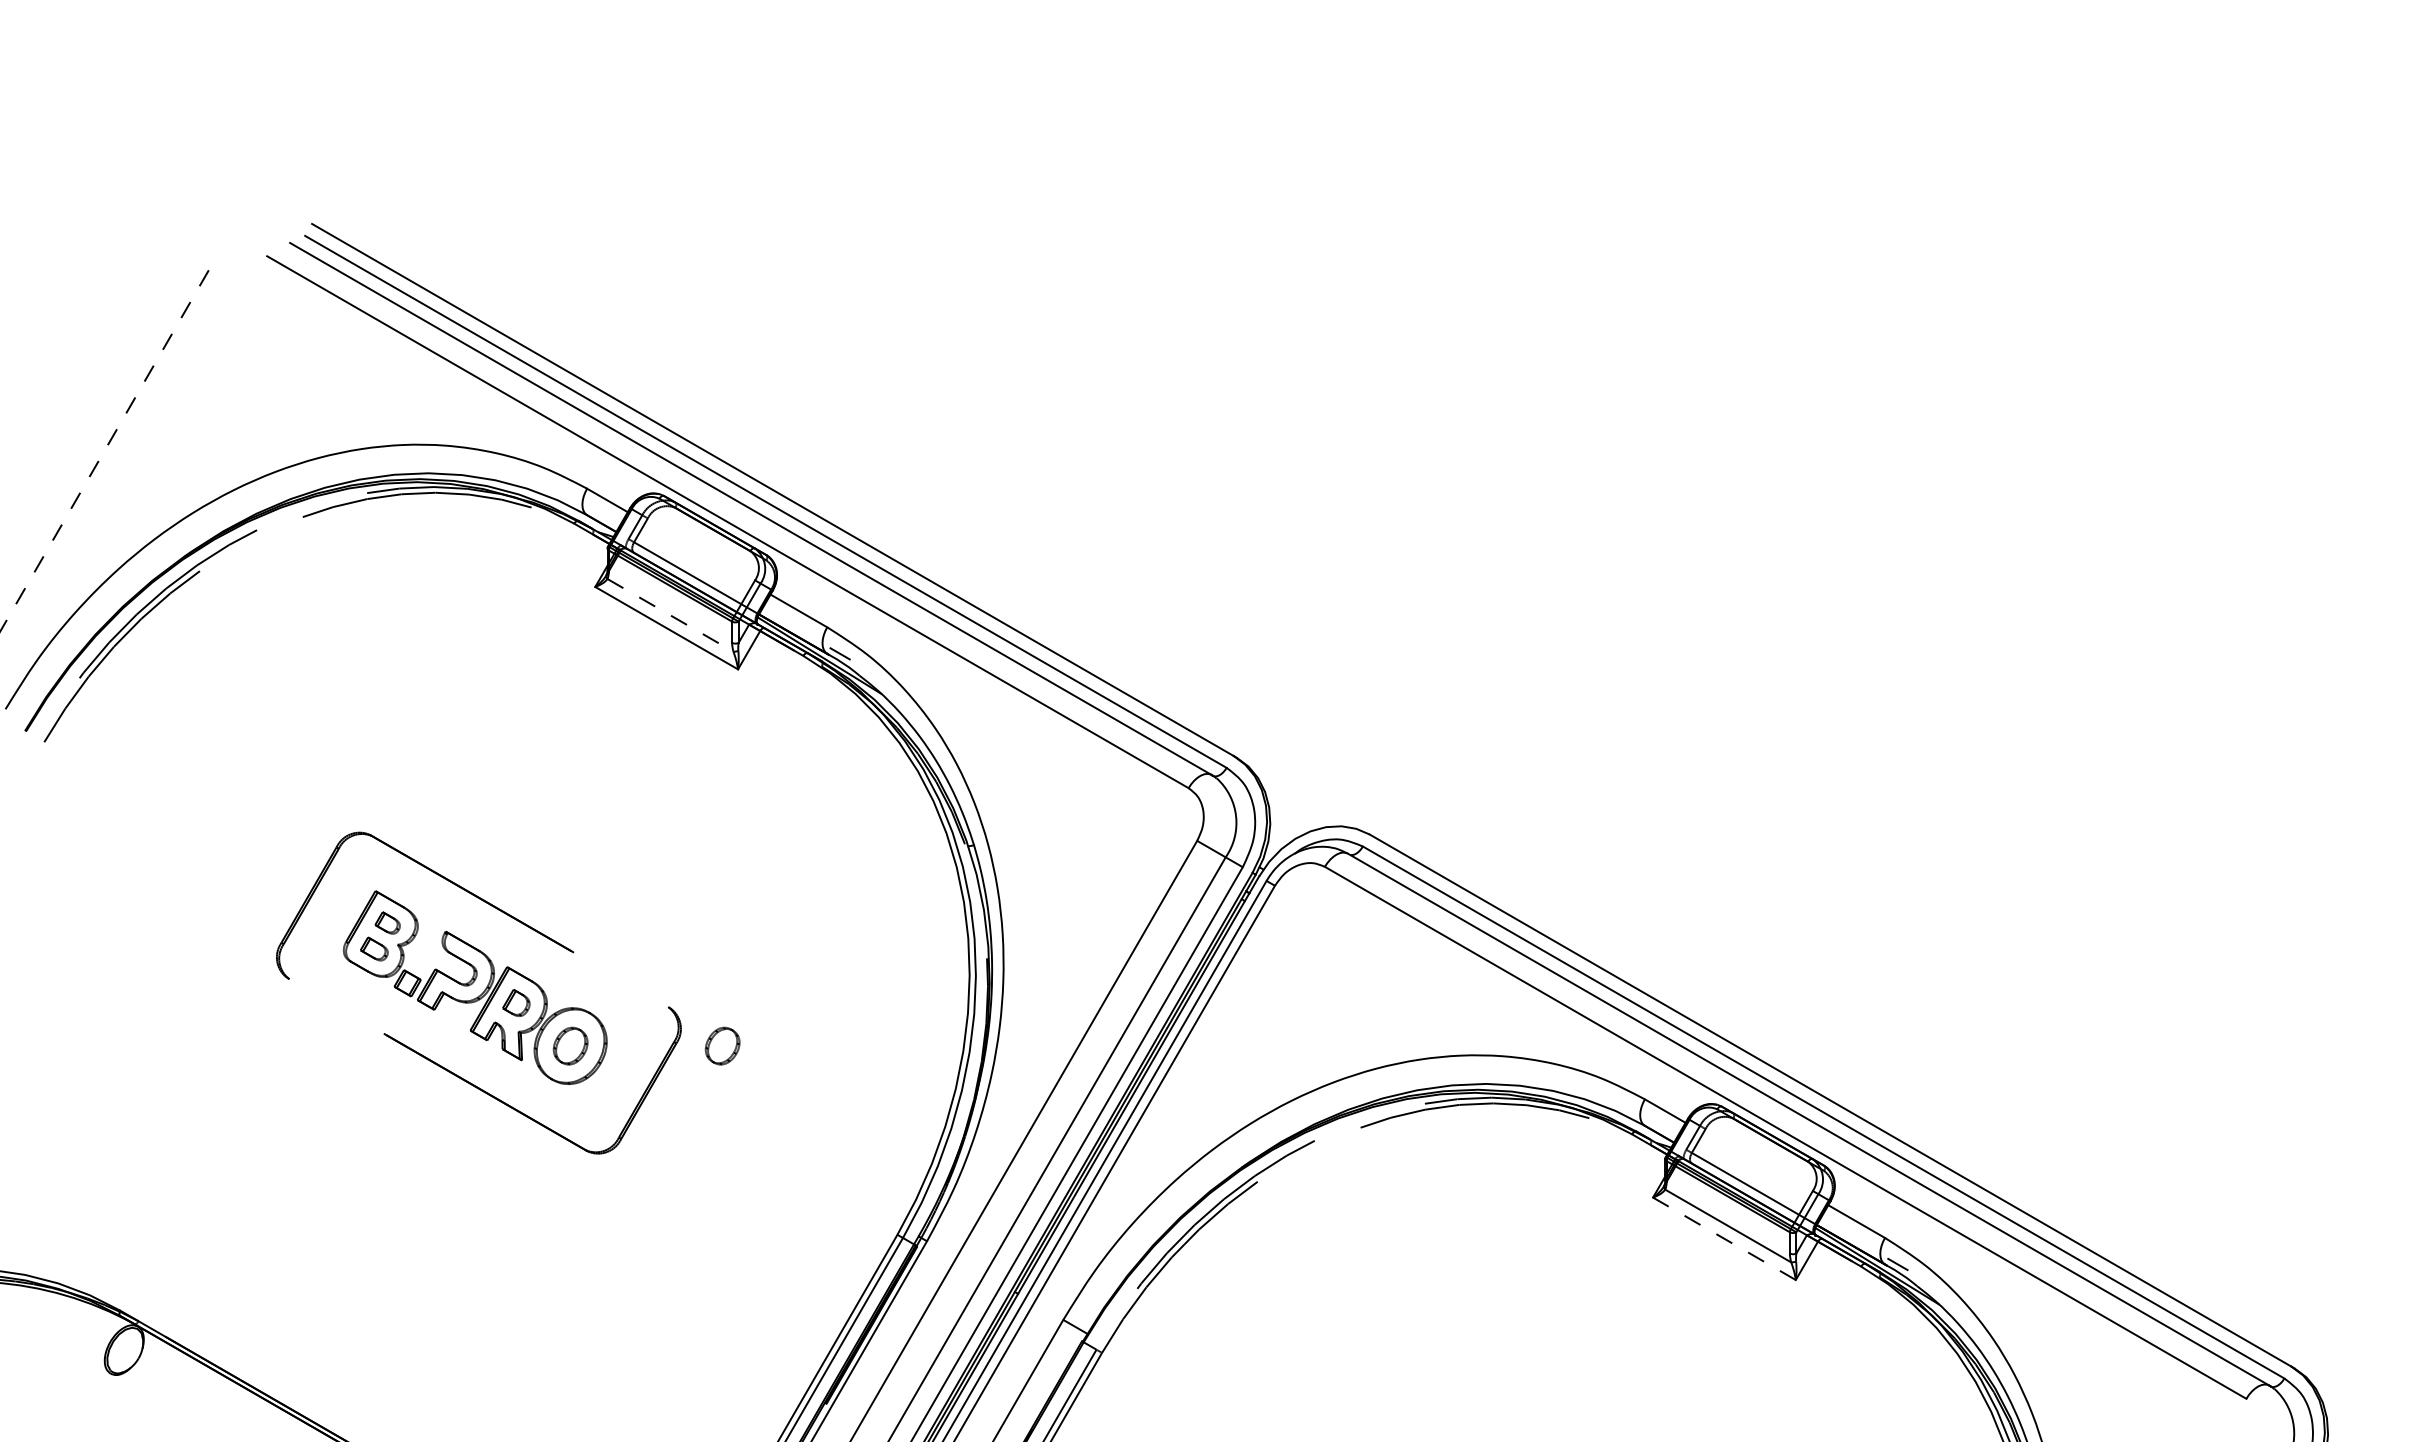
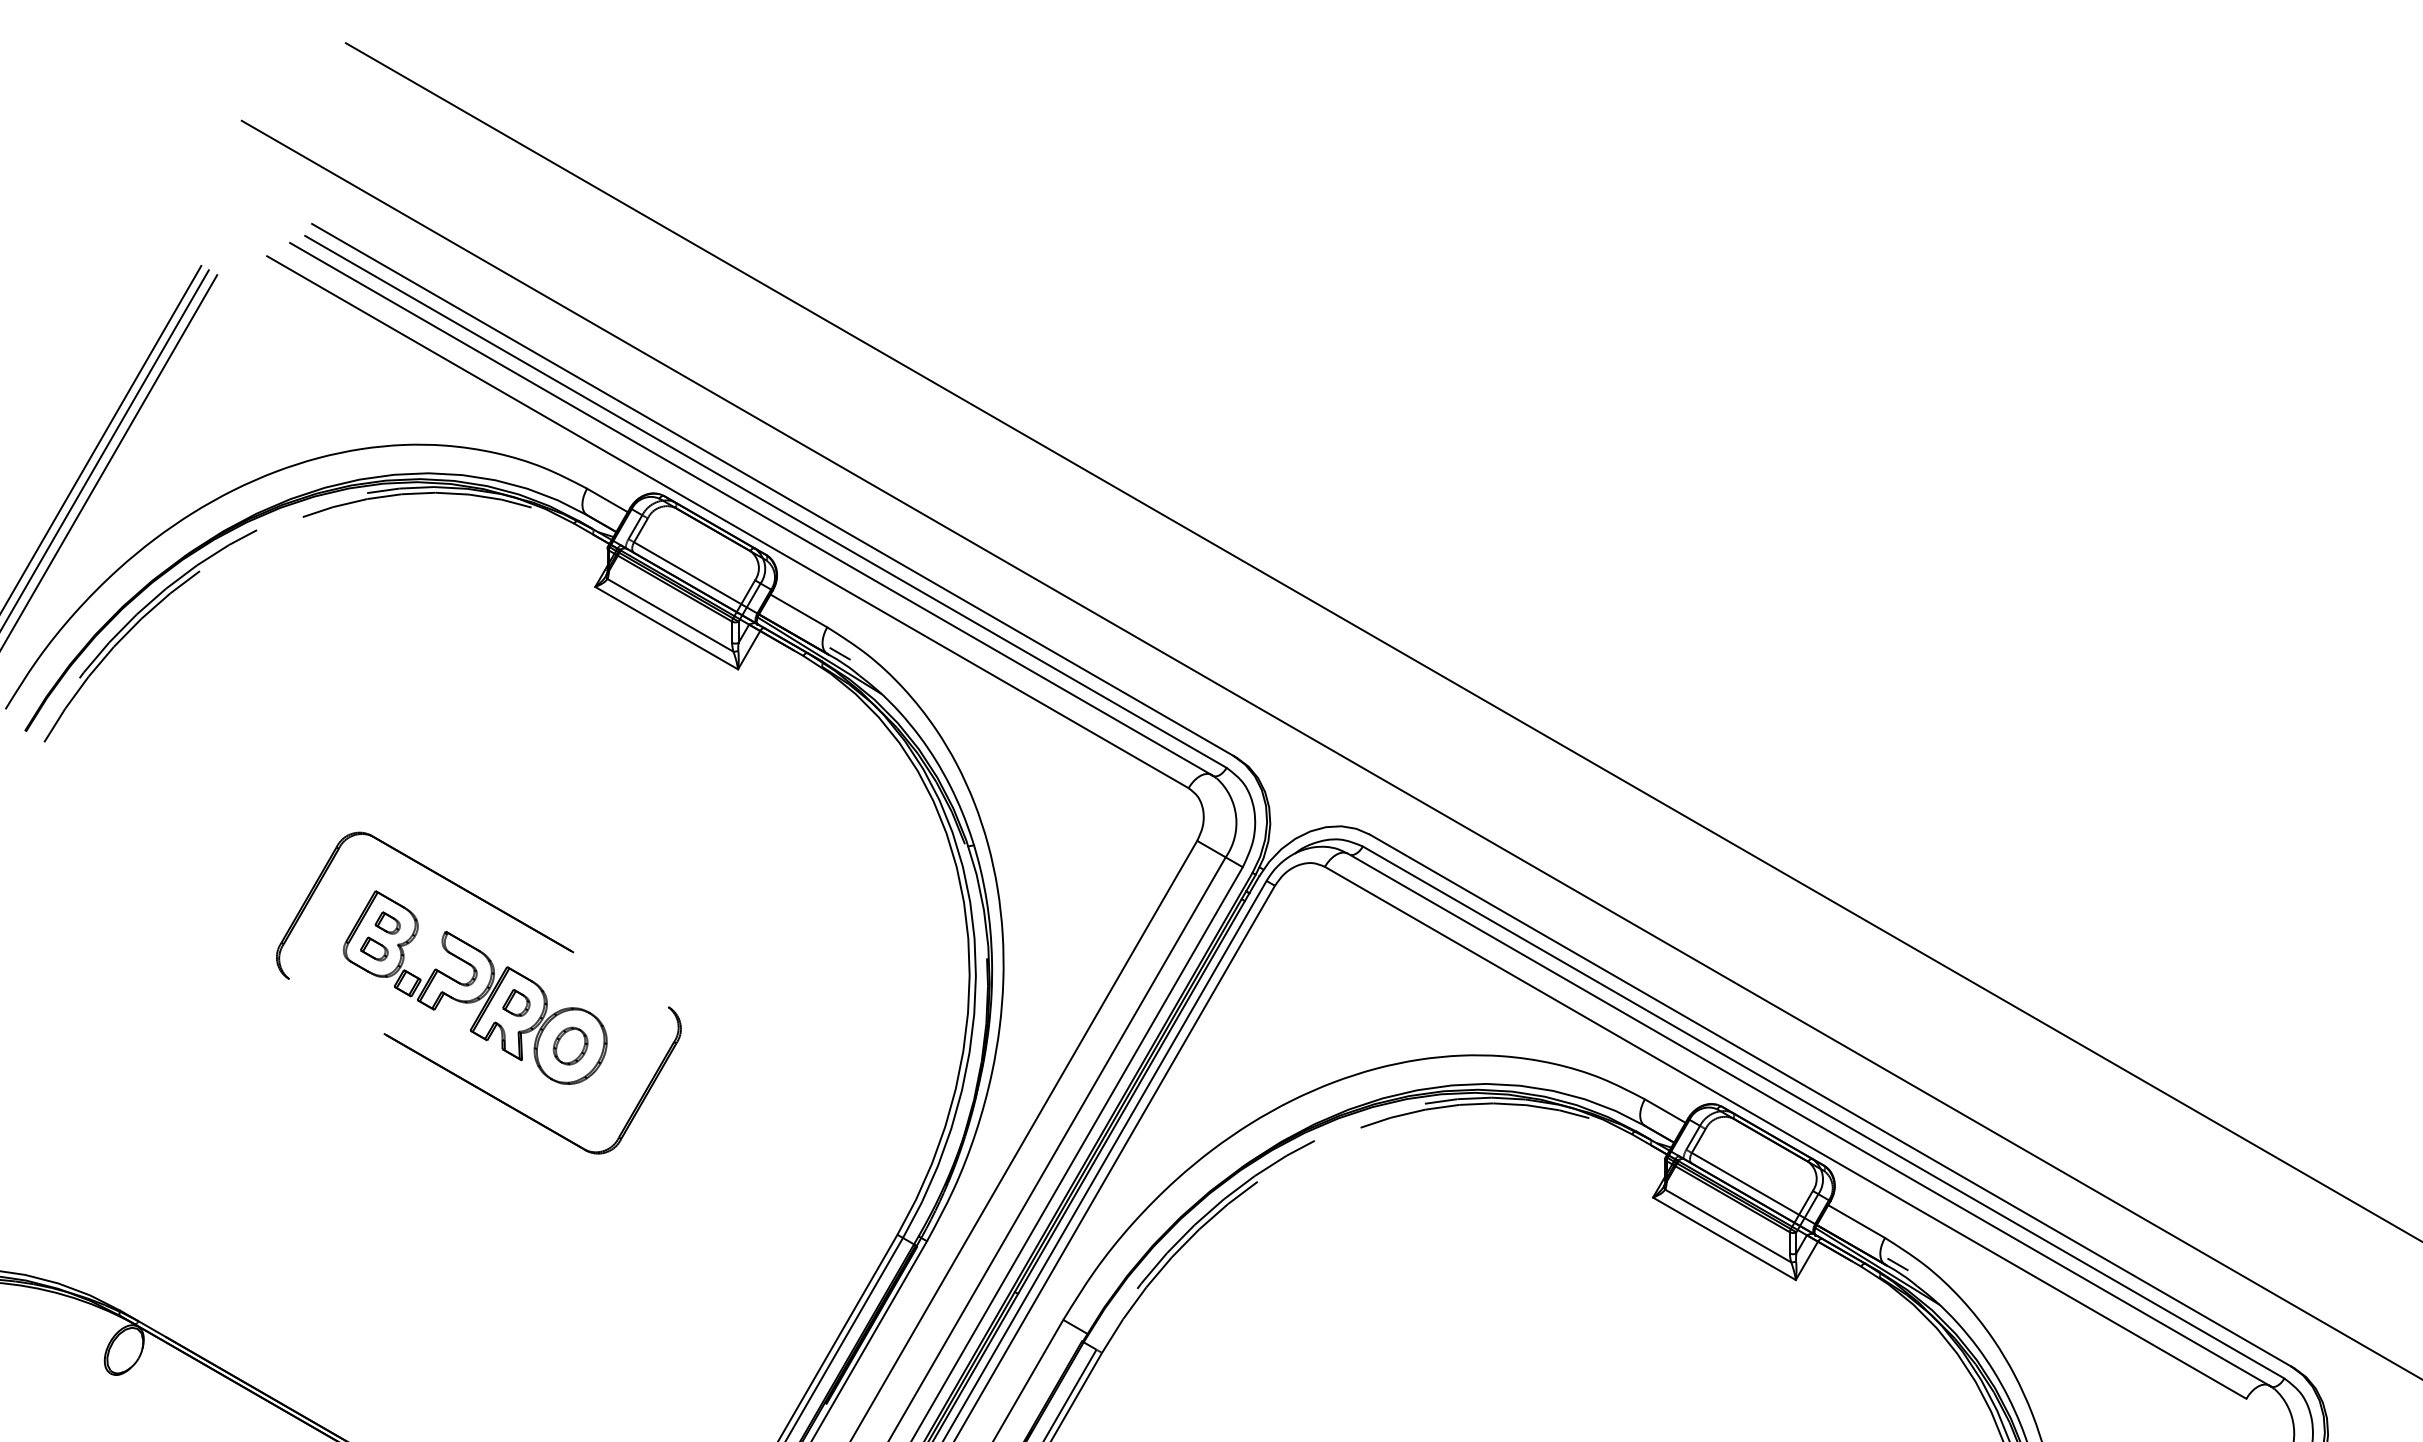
line at (101, 437): none -> present
line at (104, 451): dashed -> solid
line at (109, 461): none -> present
line at (670, 615): dashed -> solid
line at (1382, 641): none -> present
line at (1330, 748): none -> present
part at (722, 1045): present -> none
line at (1724, 1238): dashed -> solid
